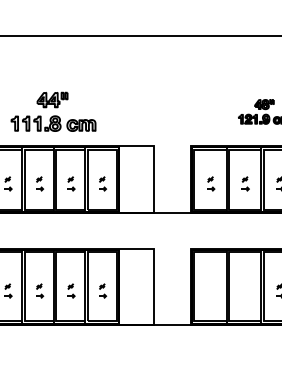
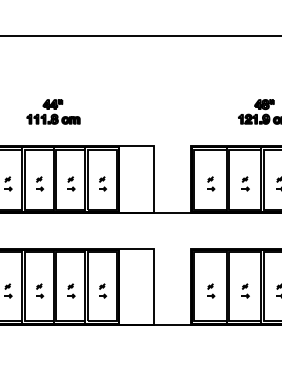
part at (53, 111) size: 87x41 px -> 55x26 px
part at (211, 290): none -> present
part at (245, 290): none -> present
